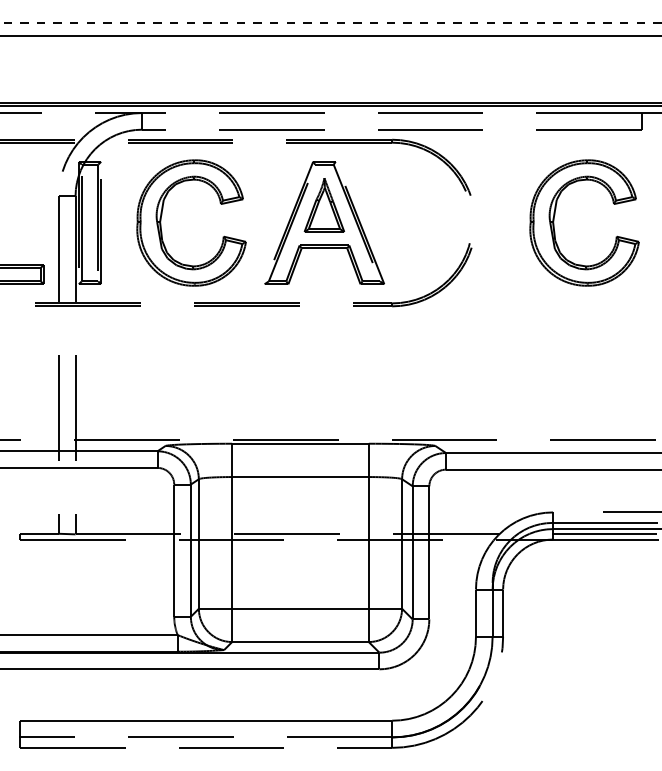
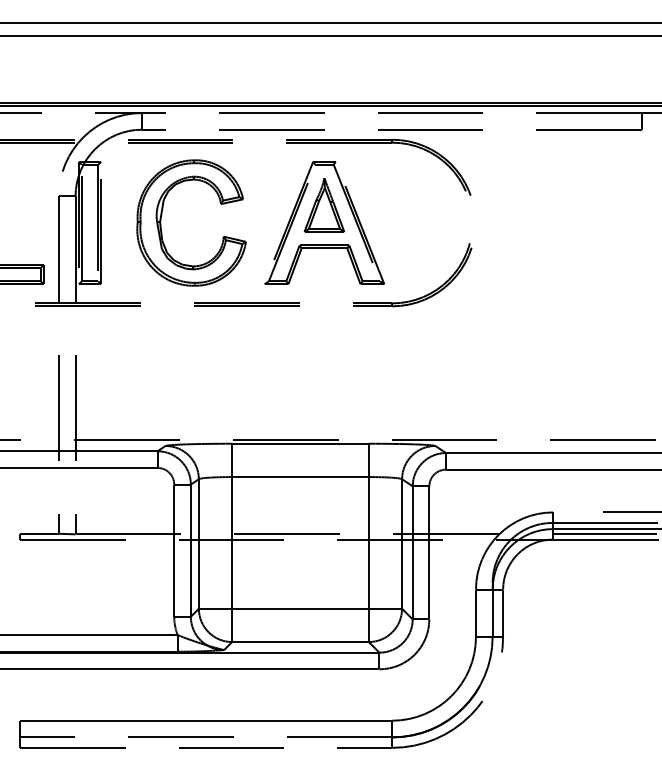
line at (332, 23): dashed -> solid
part at (555, 215): present -> none
